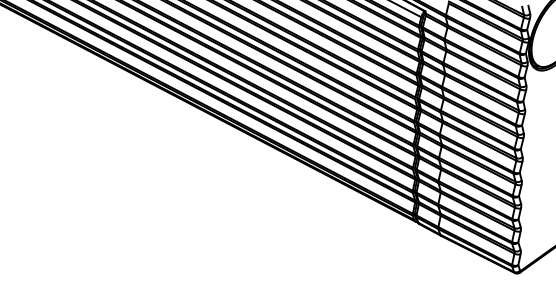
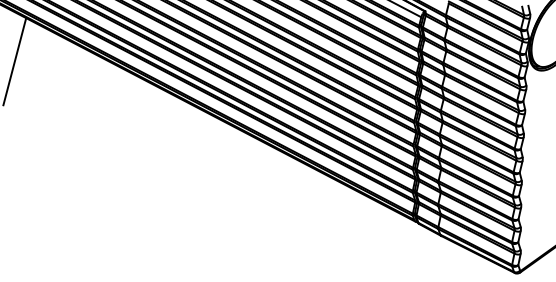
line at (14, 61): none -> present
